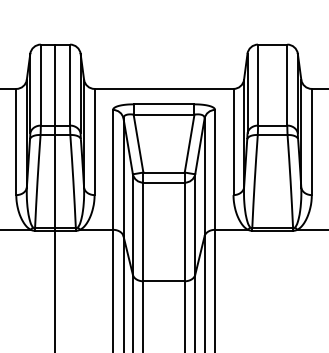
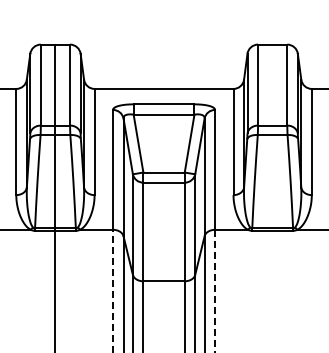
line at (113, 291): solid -> dashed
line at (215, 291): solid -> dashed
